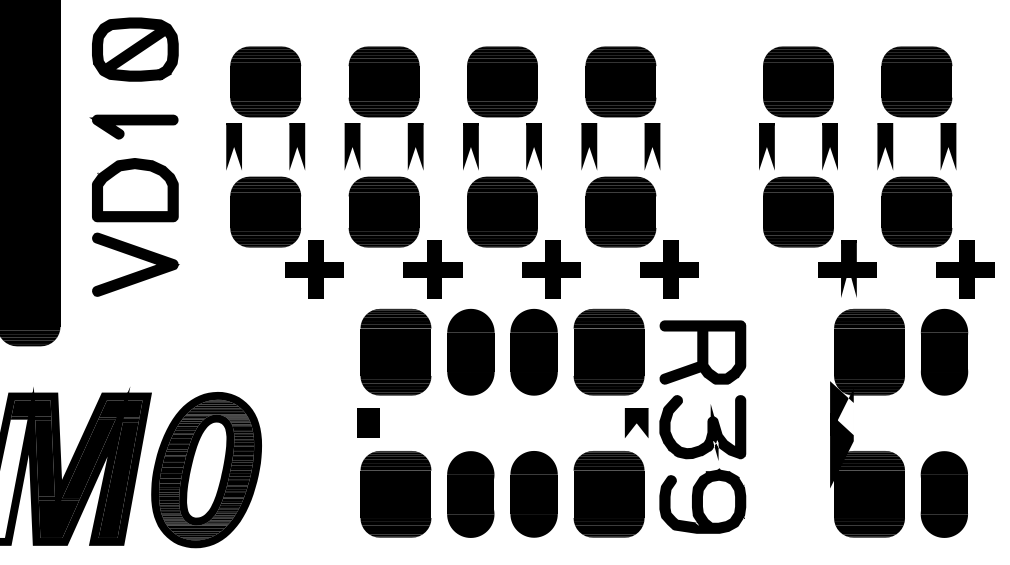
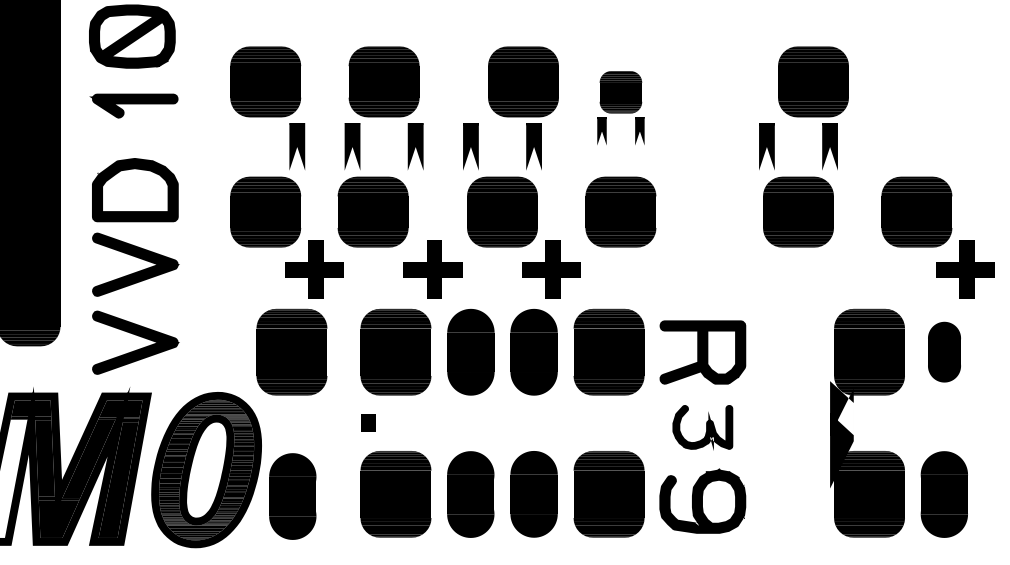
part at (135, 49) position: (135, 49) -> (132, 36)
part at (502, 81) position: (502, 81) -> (523, 81)
part at (798, 81) position: (798, 81) -> (813, 81)
part at (620, 107) size: 80x124 px -> 48x74 px
part at (916, 107): present -> none
part at (133, 126) position: (133, 126) -> (133, 105)
part at (233, 146): present -> none
part at (383, 211) position: (383, 211) -> (372, 211)
part at (847, 268): present -> none
part at (669, 269): present -> none
part at (138, 336): none -> present
part at (291, 351): none -> present
part at (944, 351) size: 49x88 px -> 33x62 px
part at (368, 422) size: 23x30 px -> 15x18 px
part at (636, 422): present -> none
part at (702, 427) size: 88x66 px -> 62x46 px
part at (292, 496): none -> present
